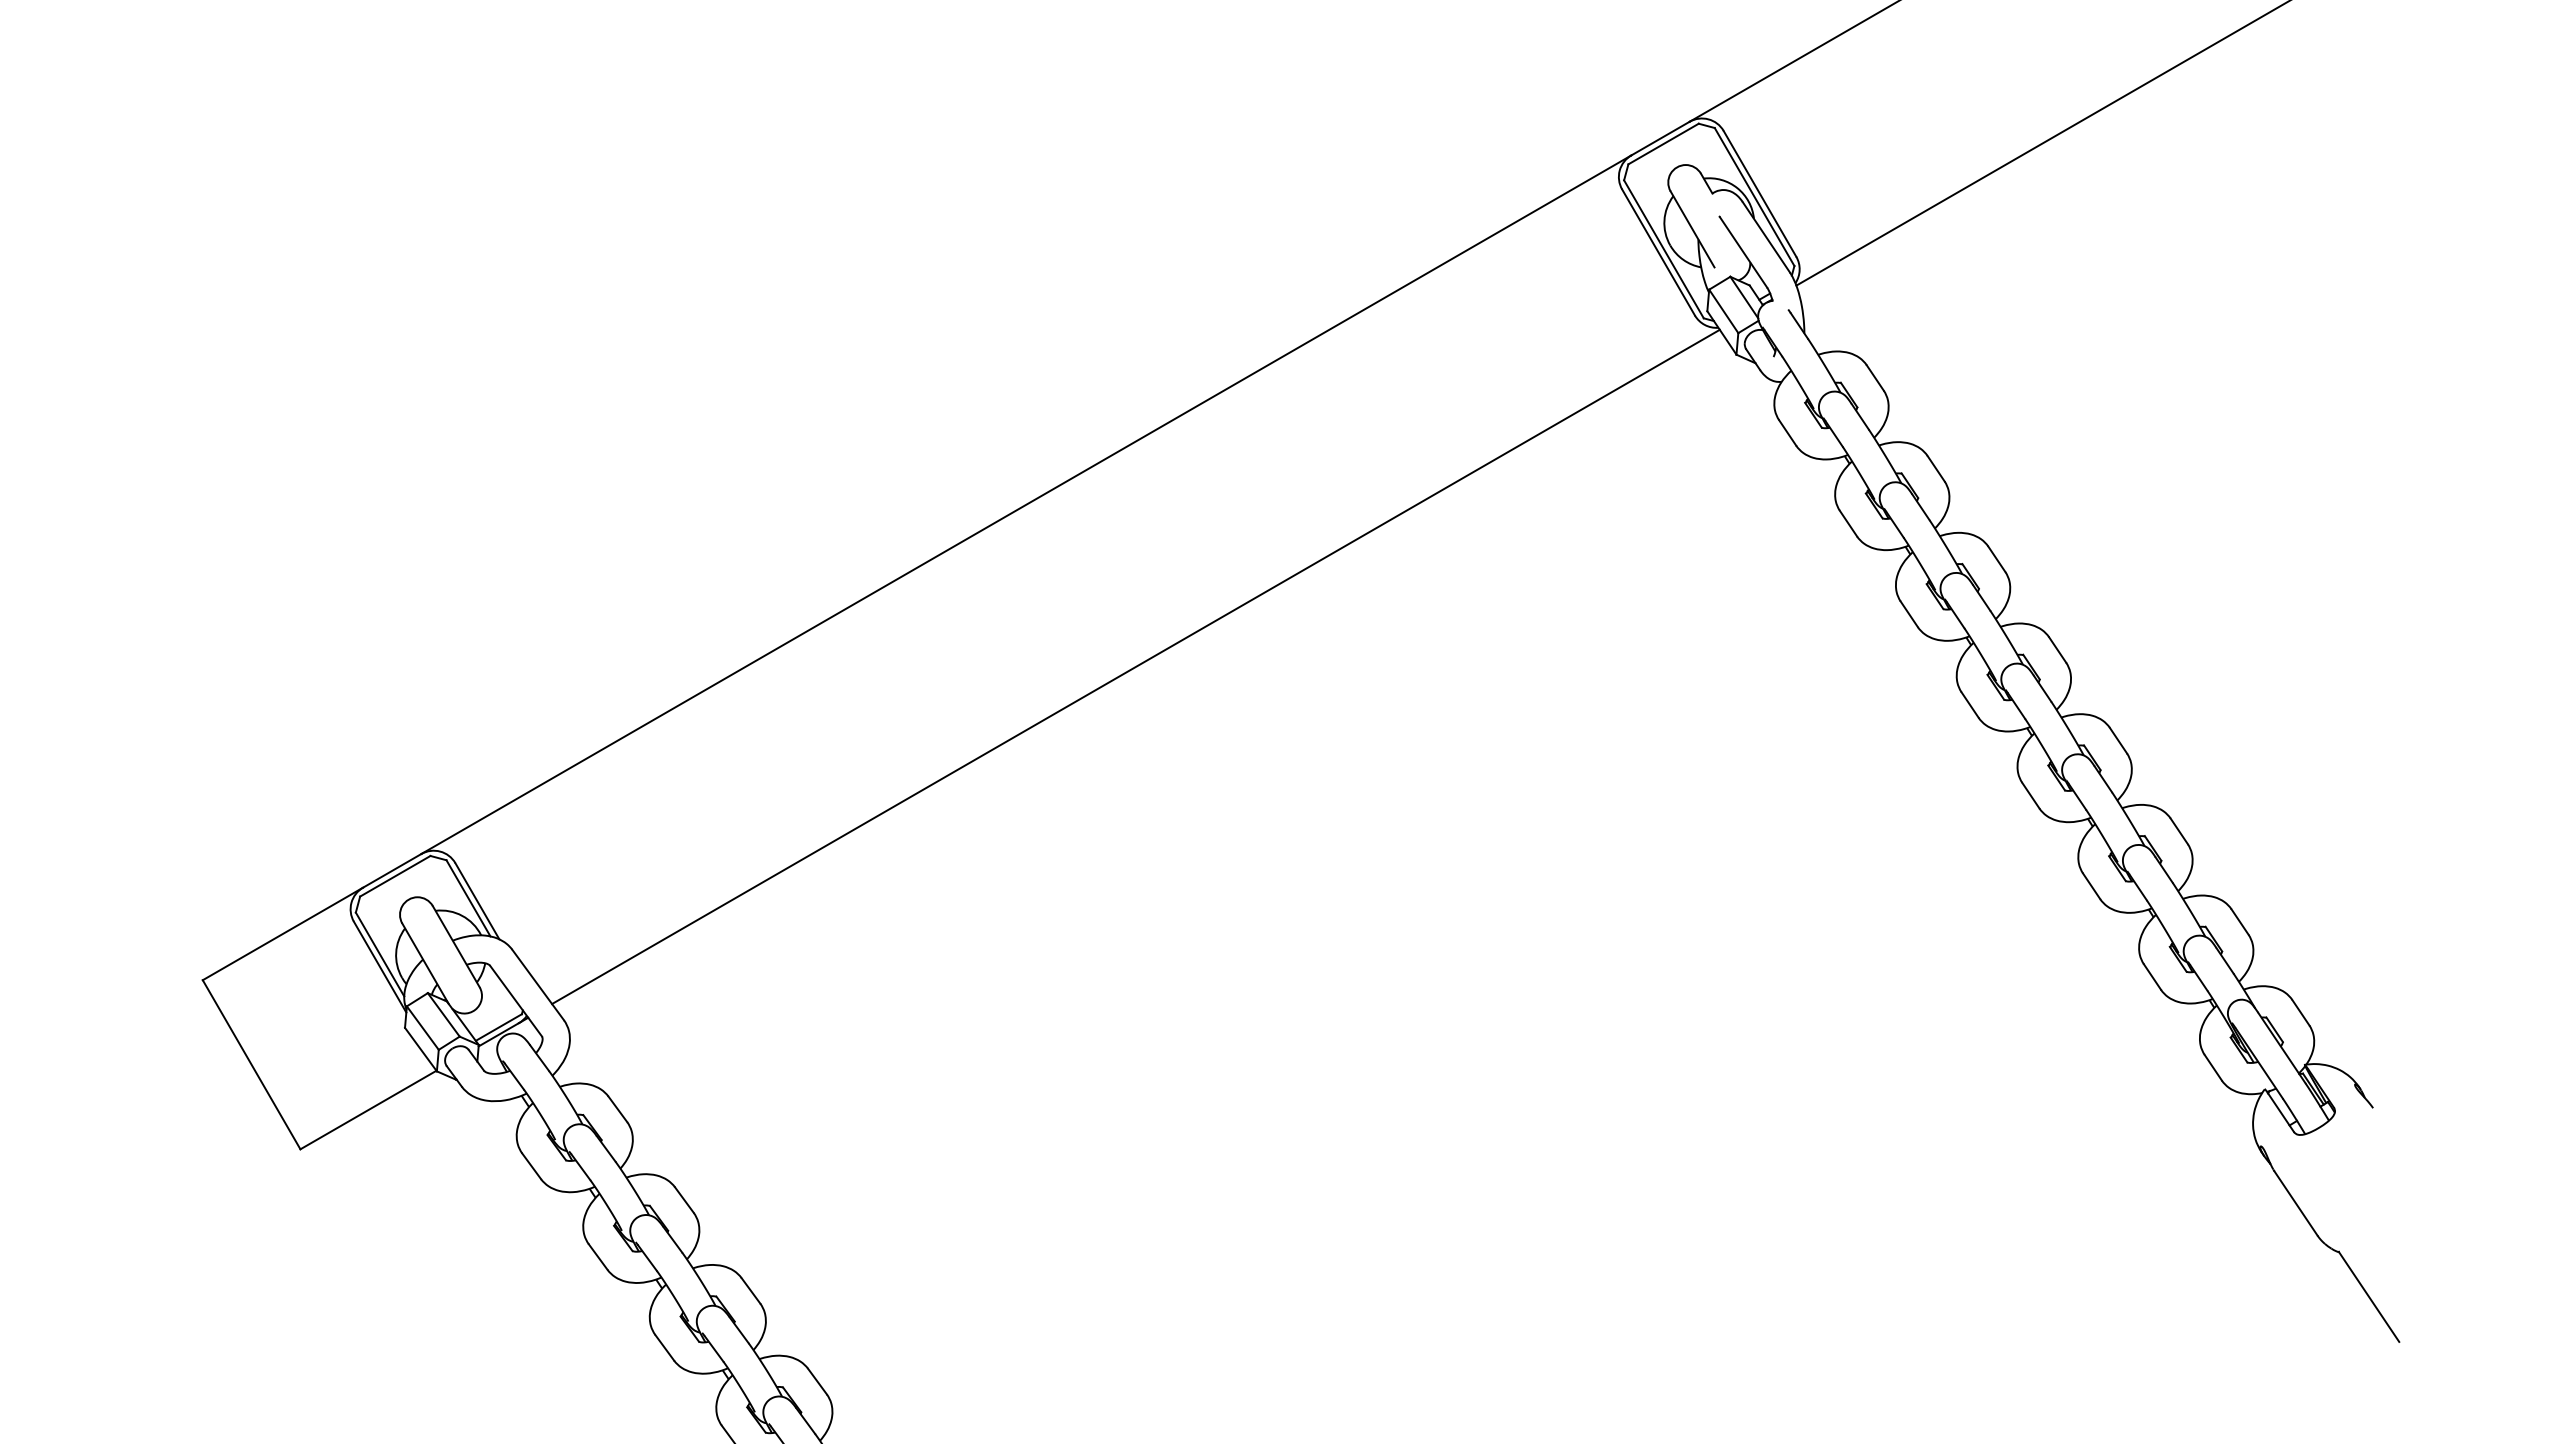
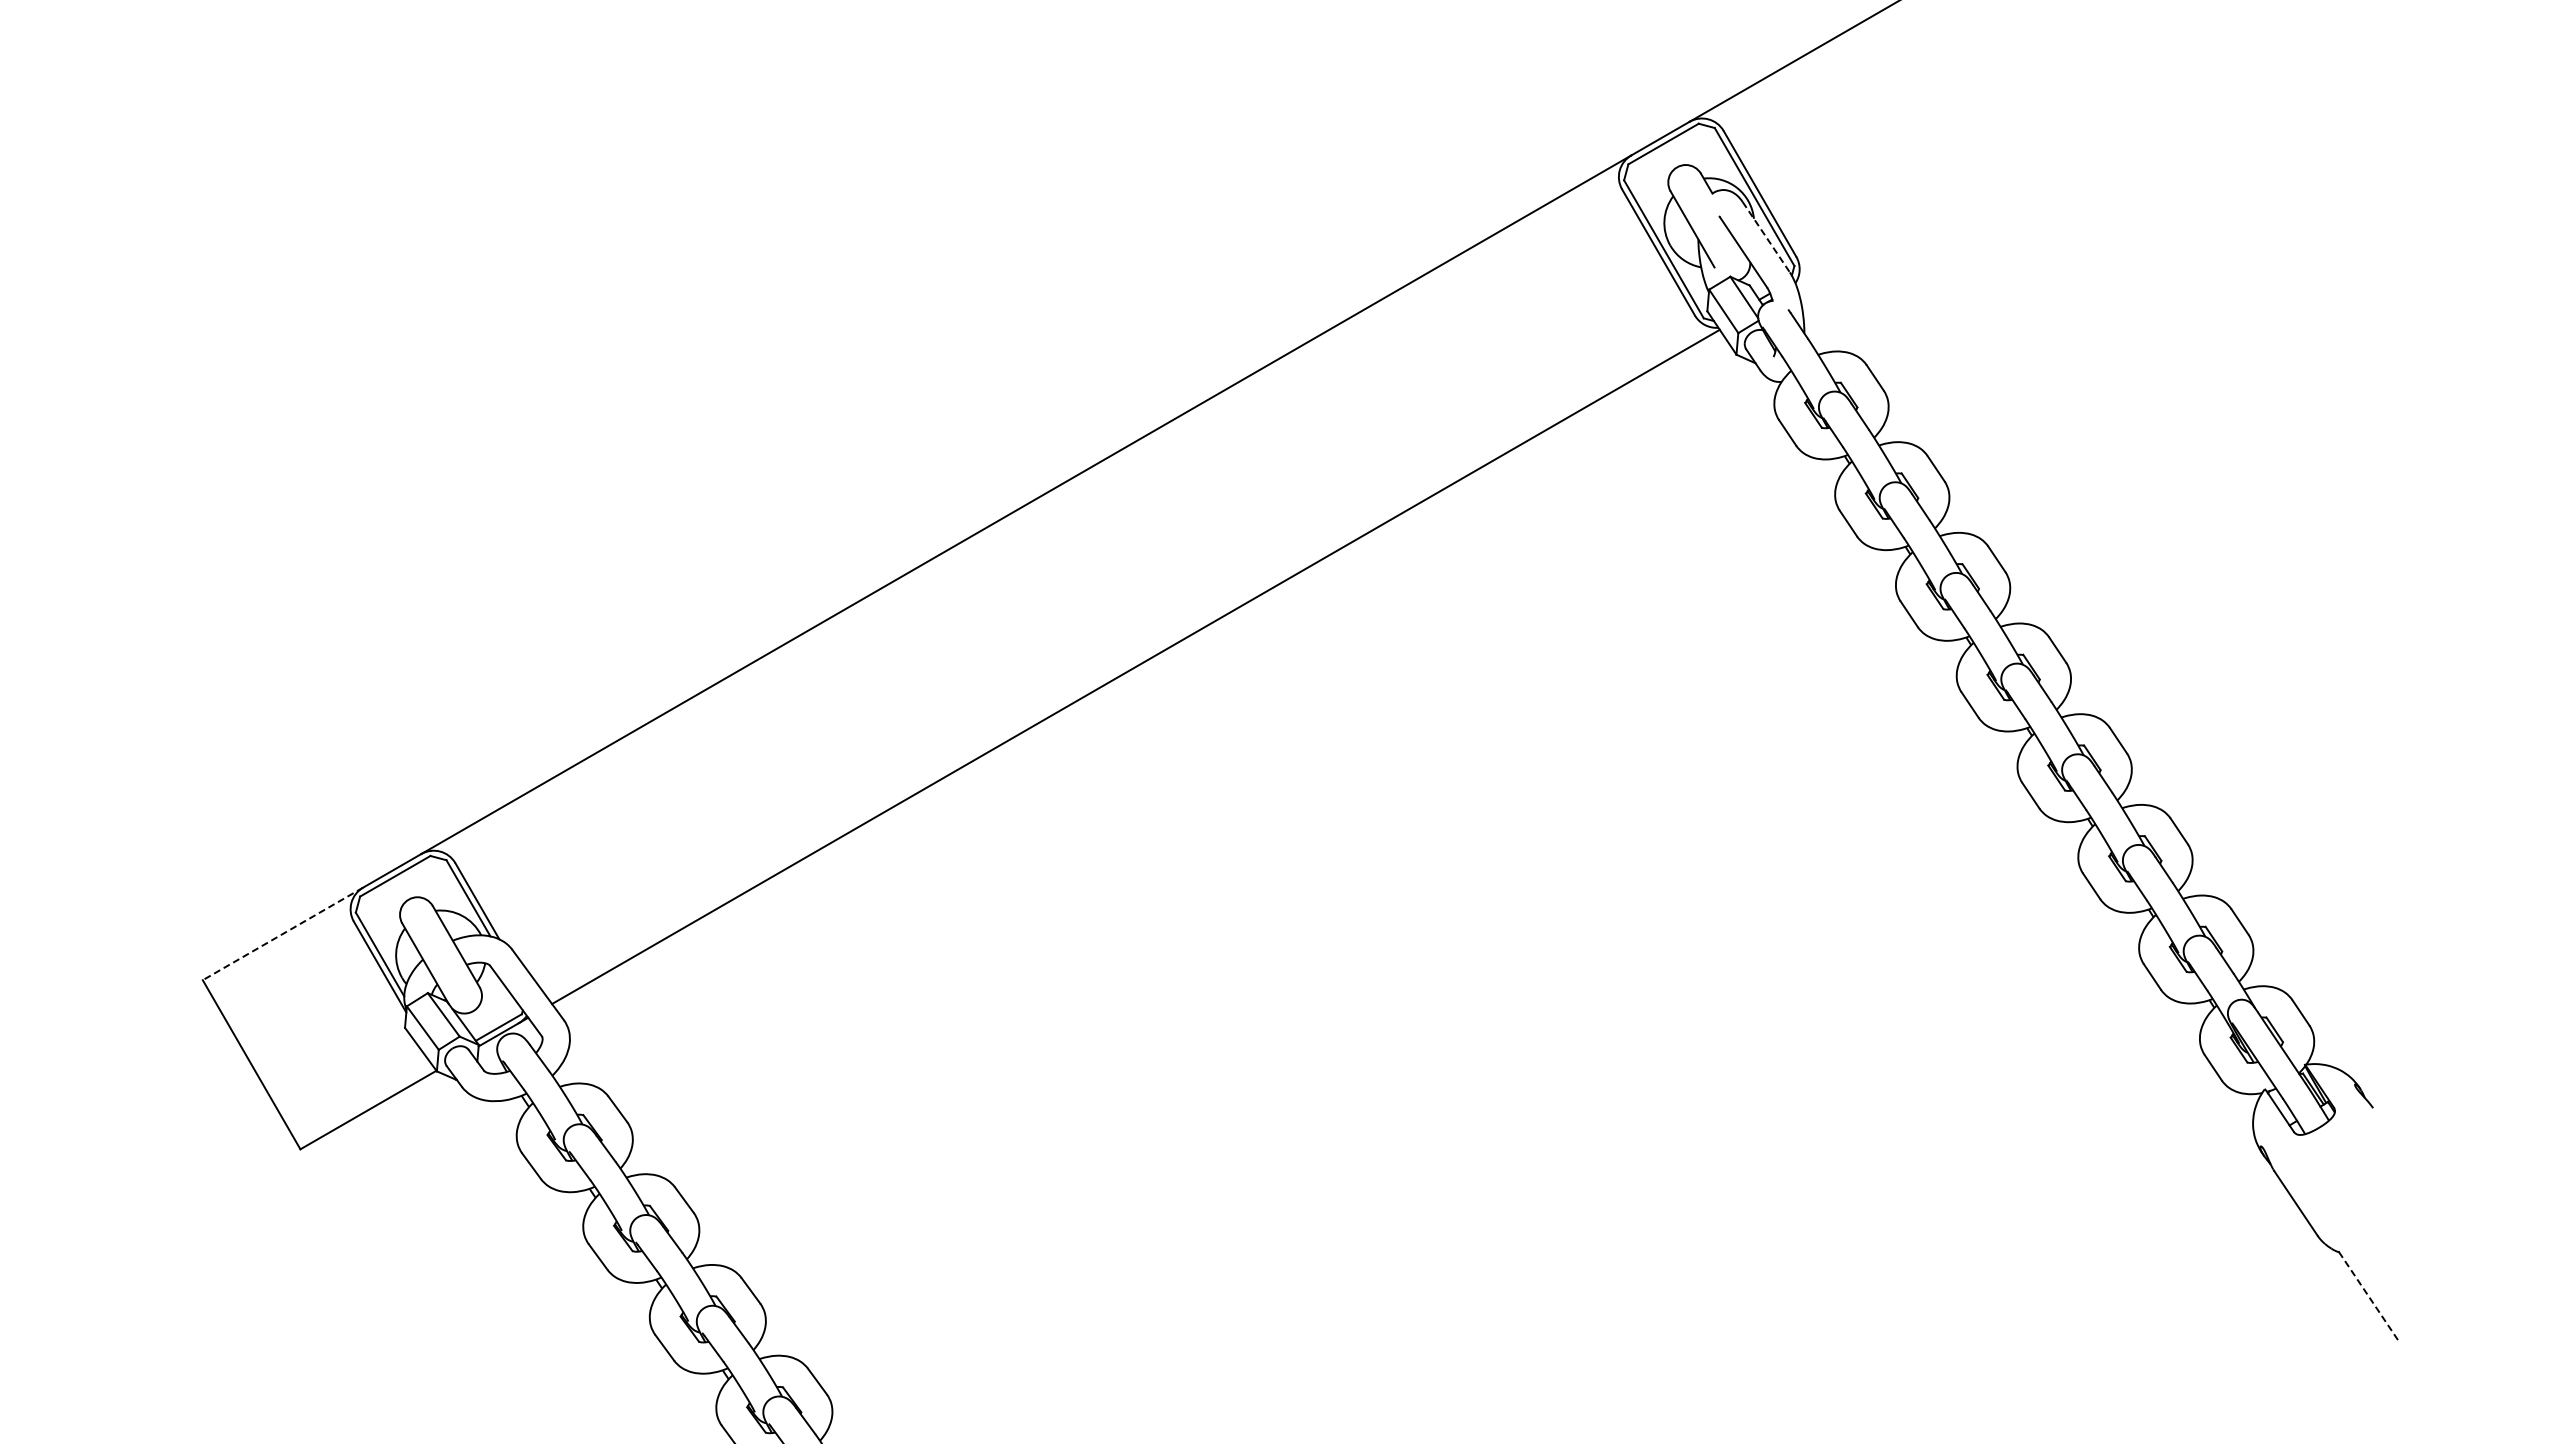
line at (2041, 143): present -> none
line at (1766, 237): solid -> dashed
line at (282, 933): solid -> dashed
line at (2369, 1297): solid -> dashed
